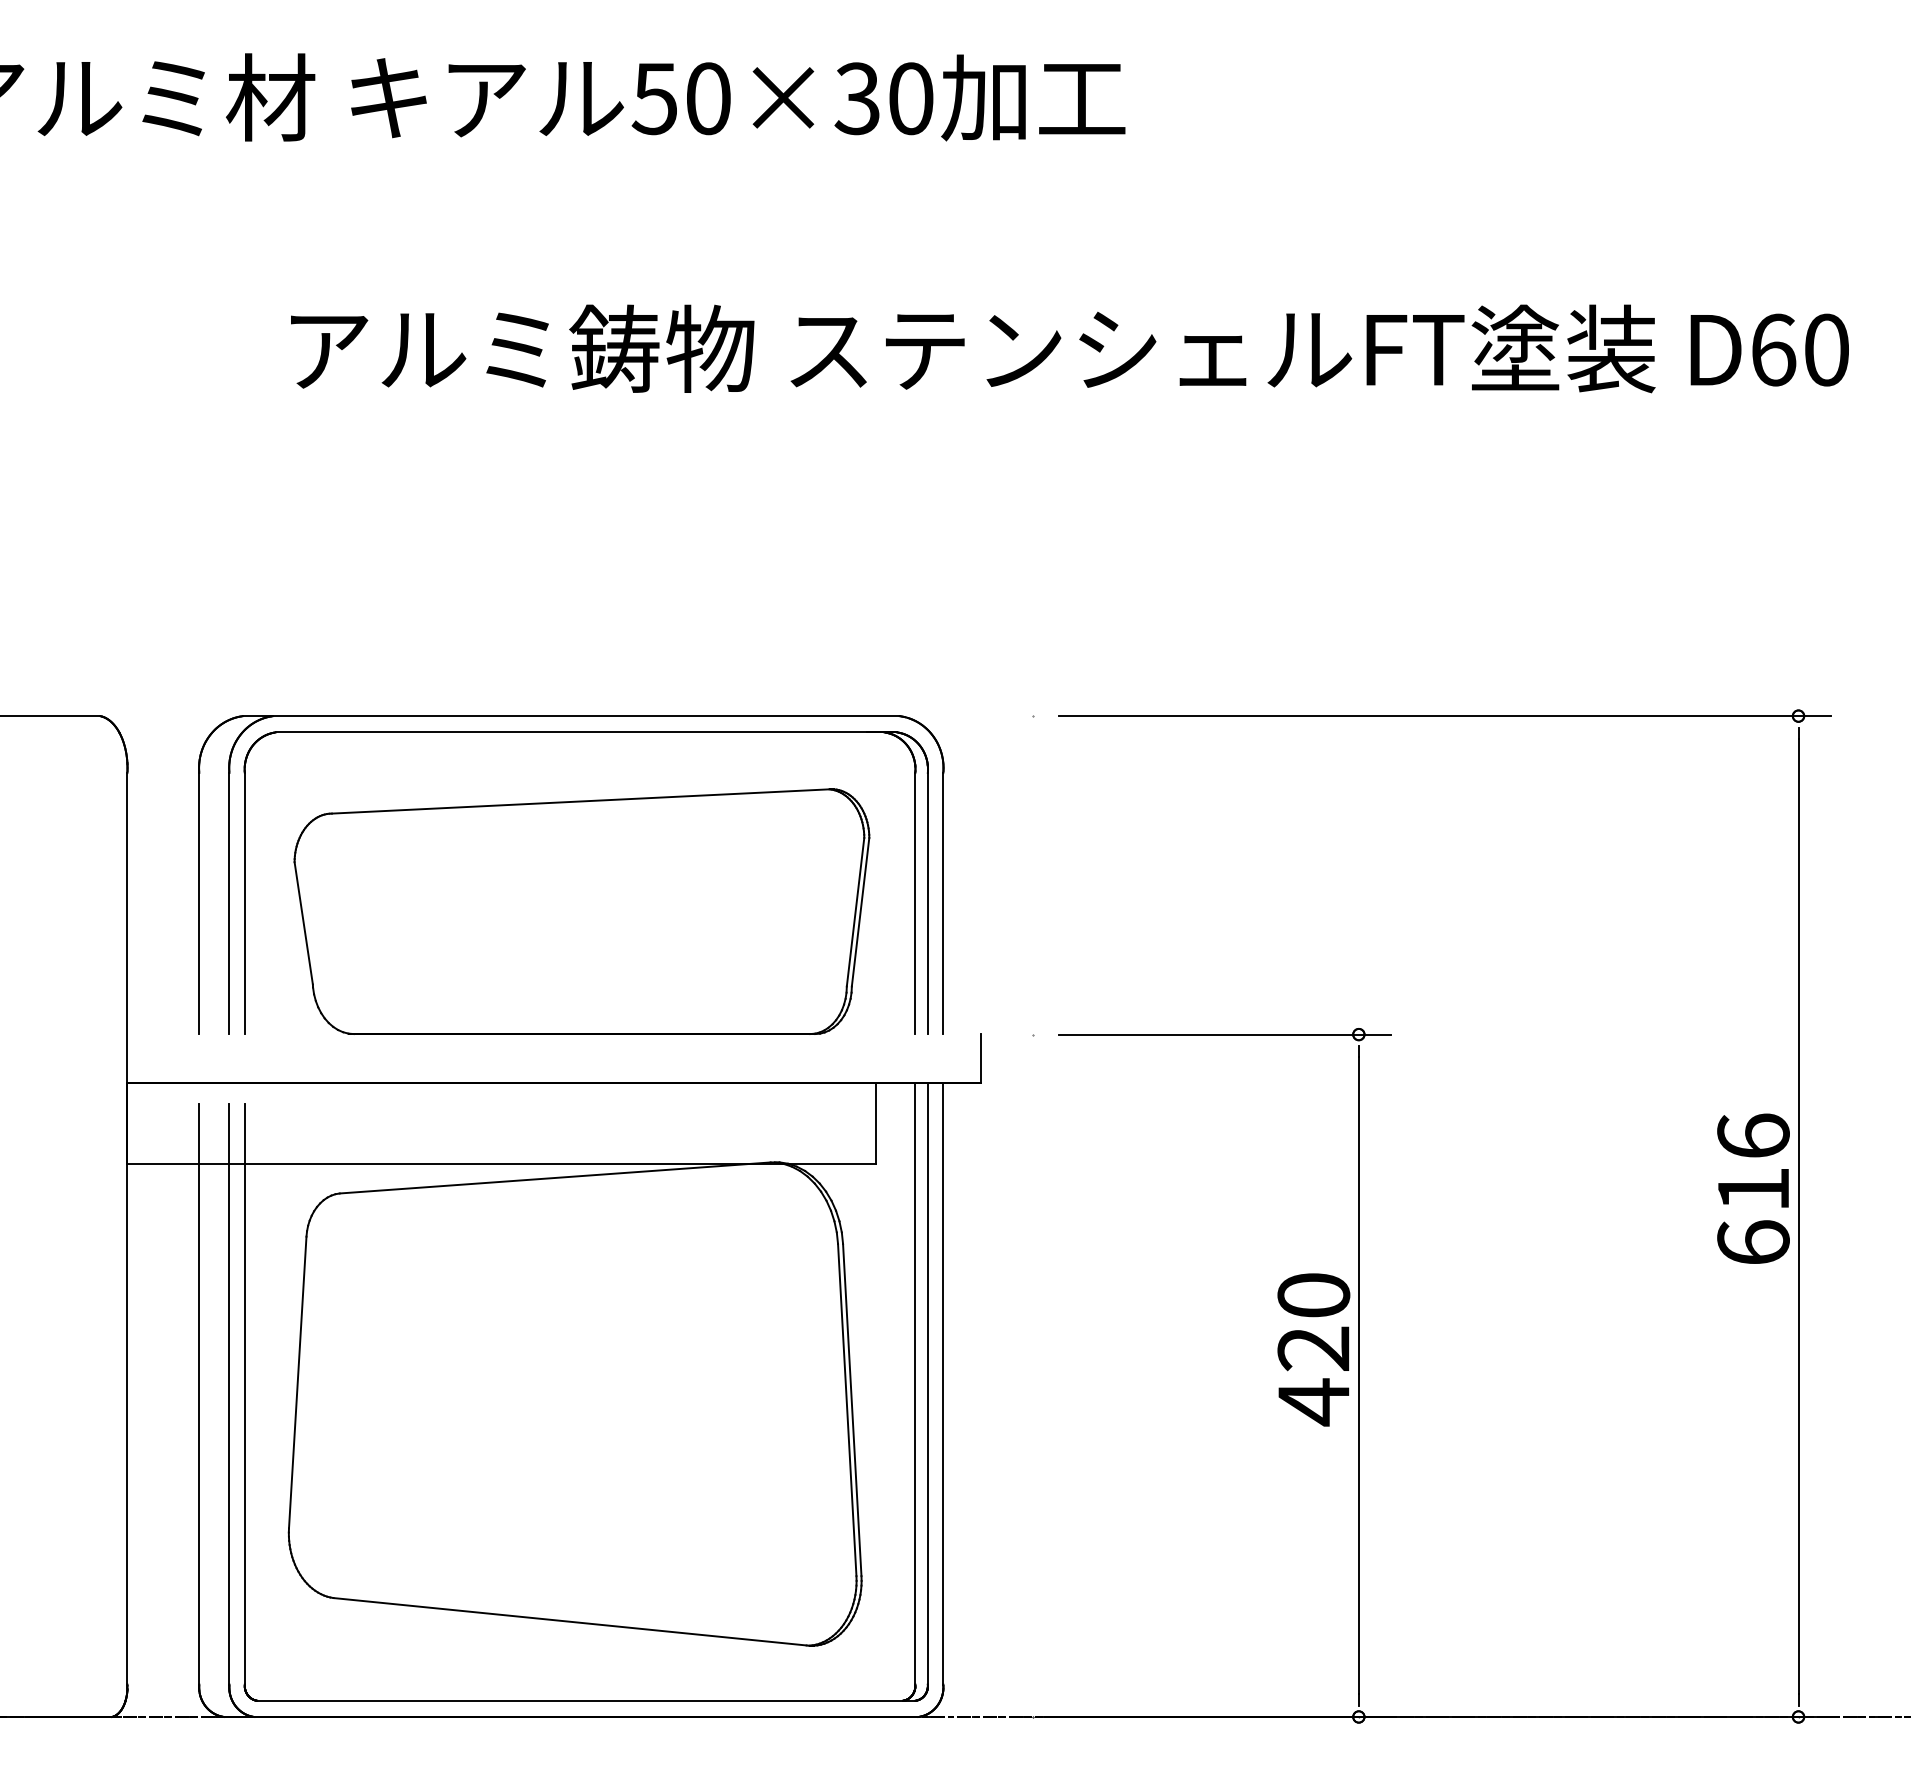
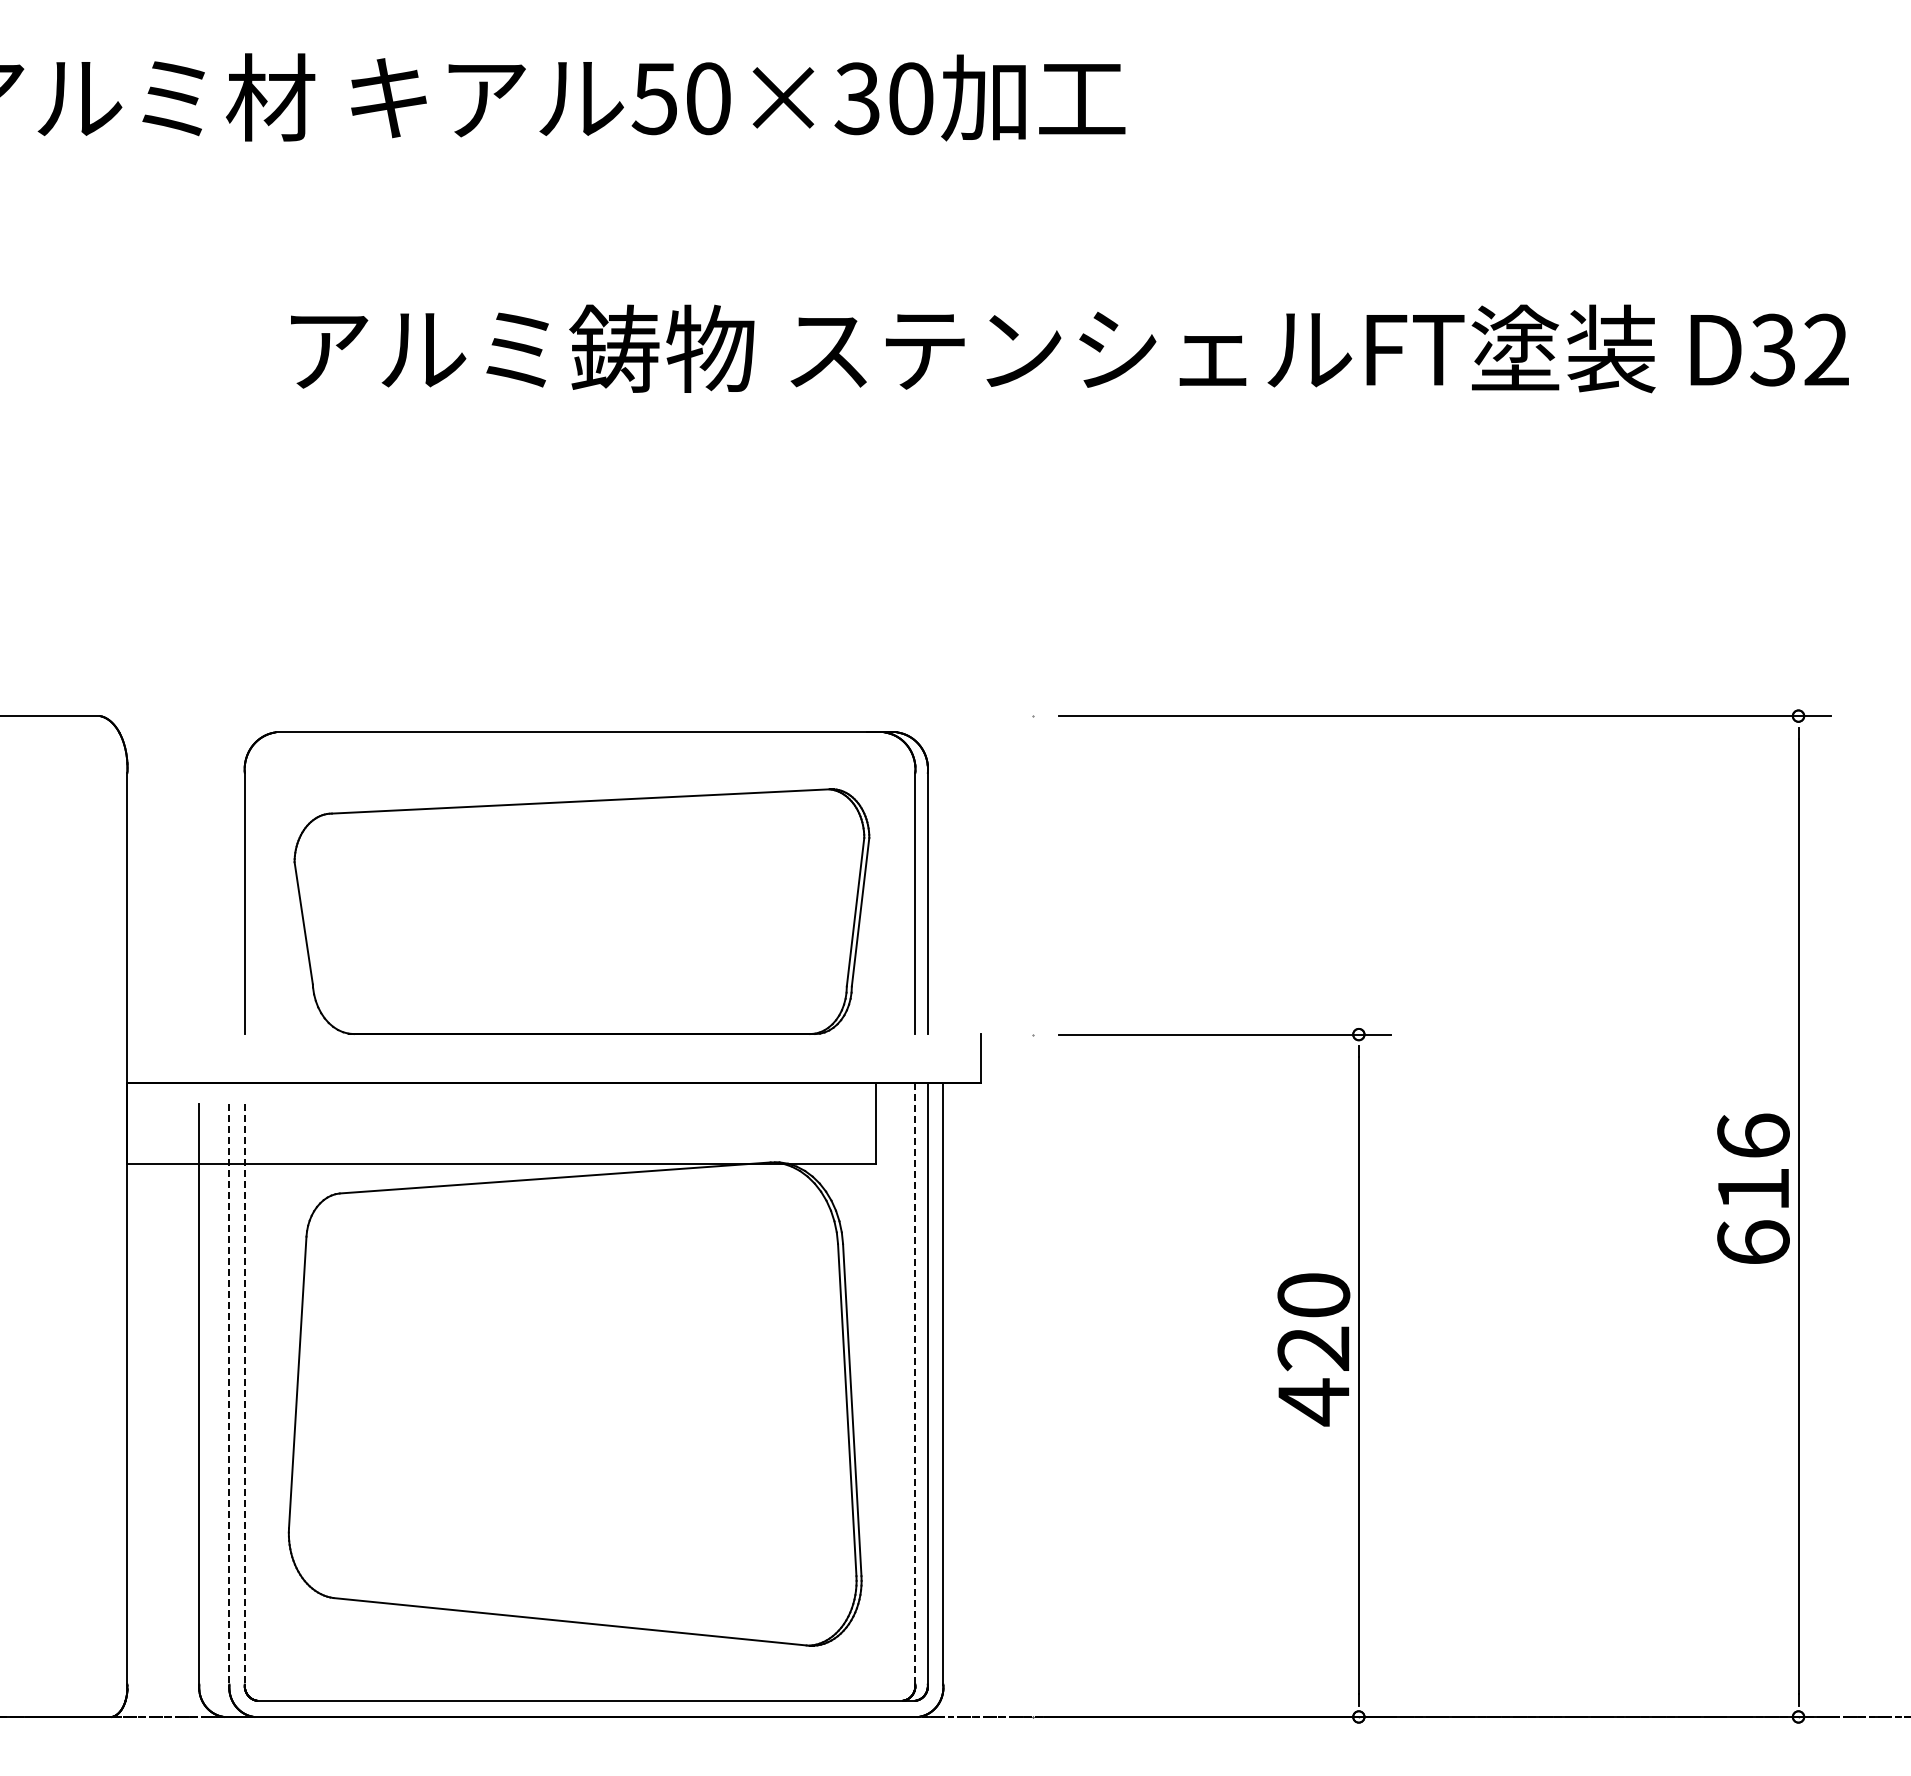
text at (1799, 349): D60 -> D32
part at (571, 716): present -> none
line at (915, 1383): solid -> dashed
line at (229, 1394): solid -> dashed
line at (244, 1394): solid -> dashed
